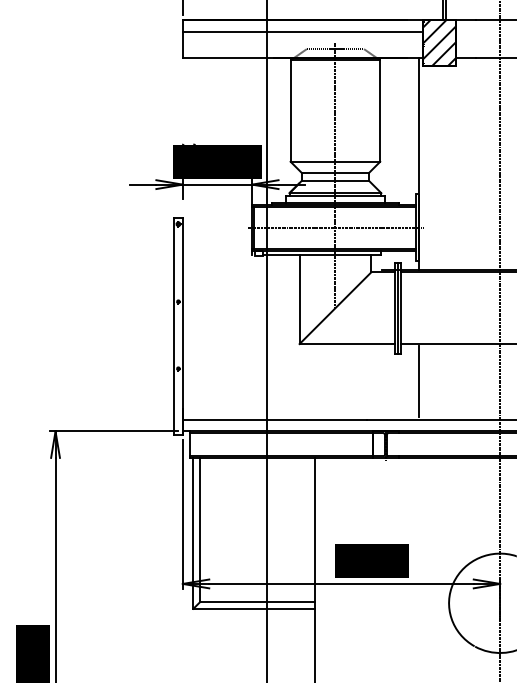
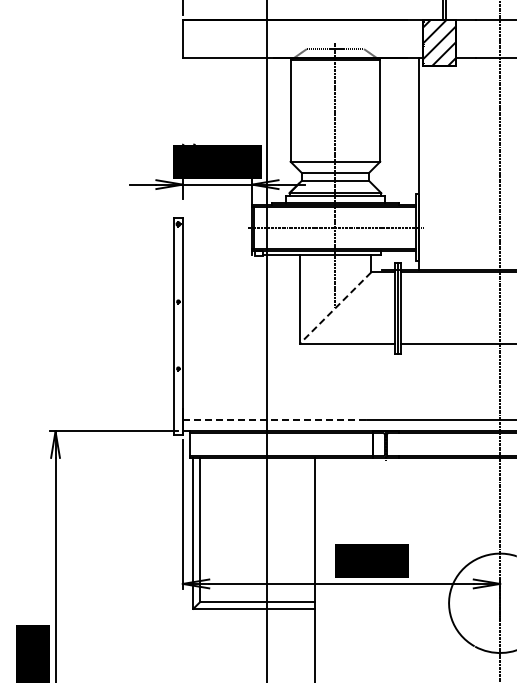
line at (301, 31): present -> none
line at (335, 308): solid -> dashed
line at (419, 380): present -> none
line at (275, 420): solid -> dashed
